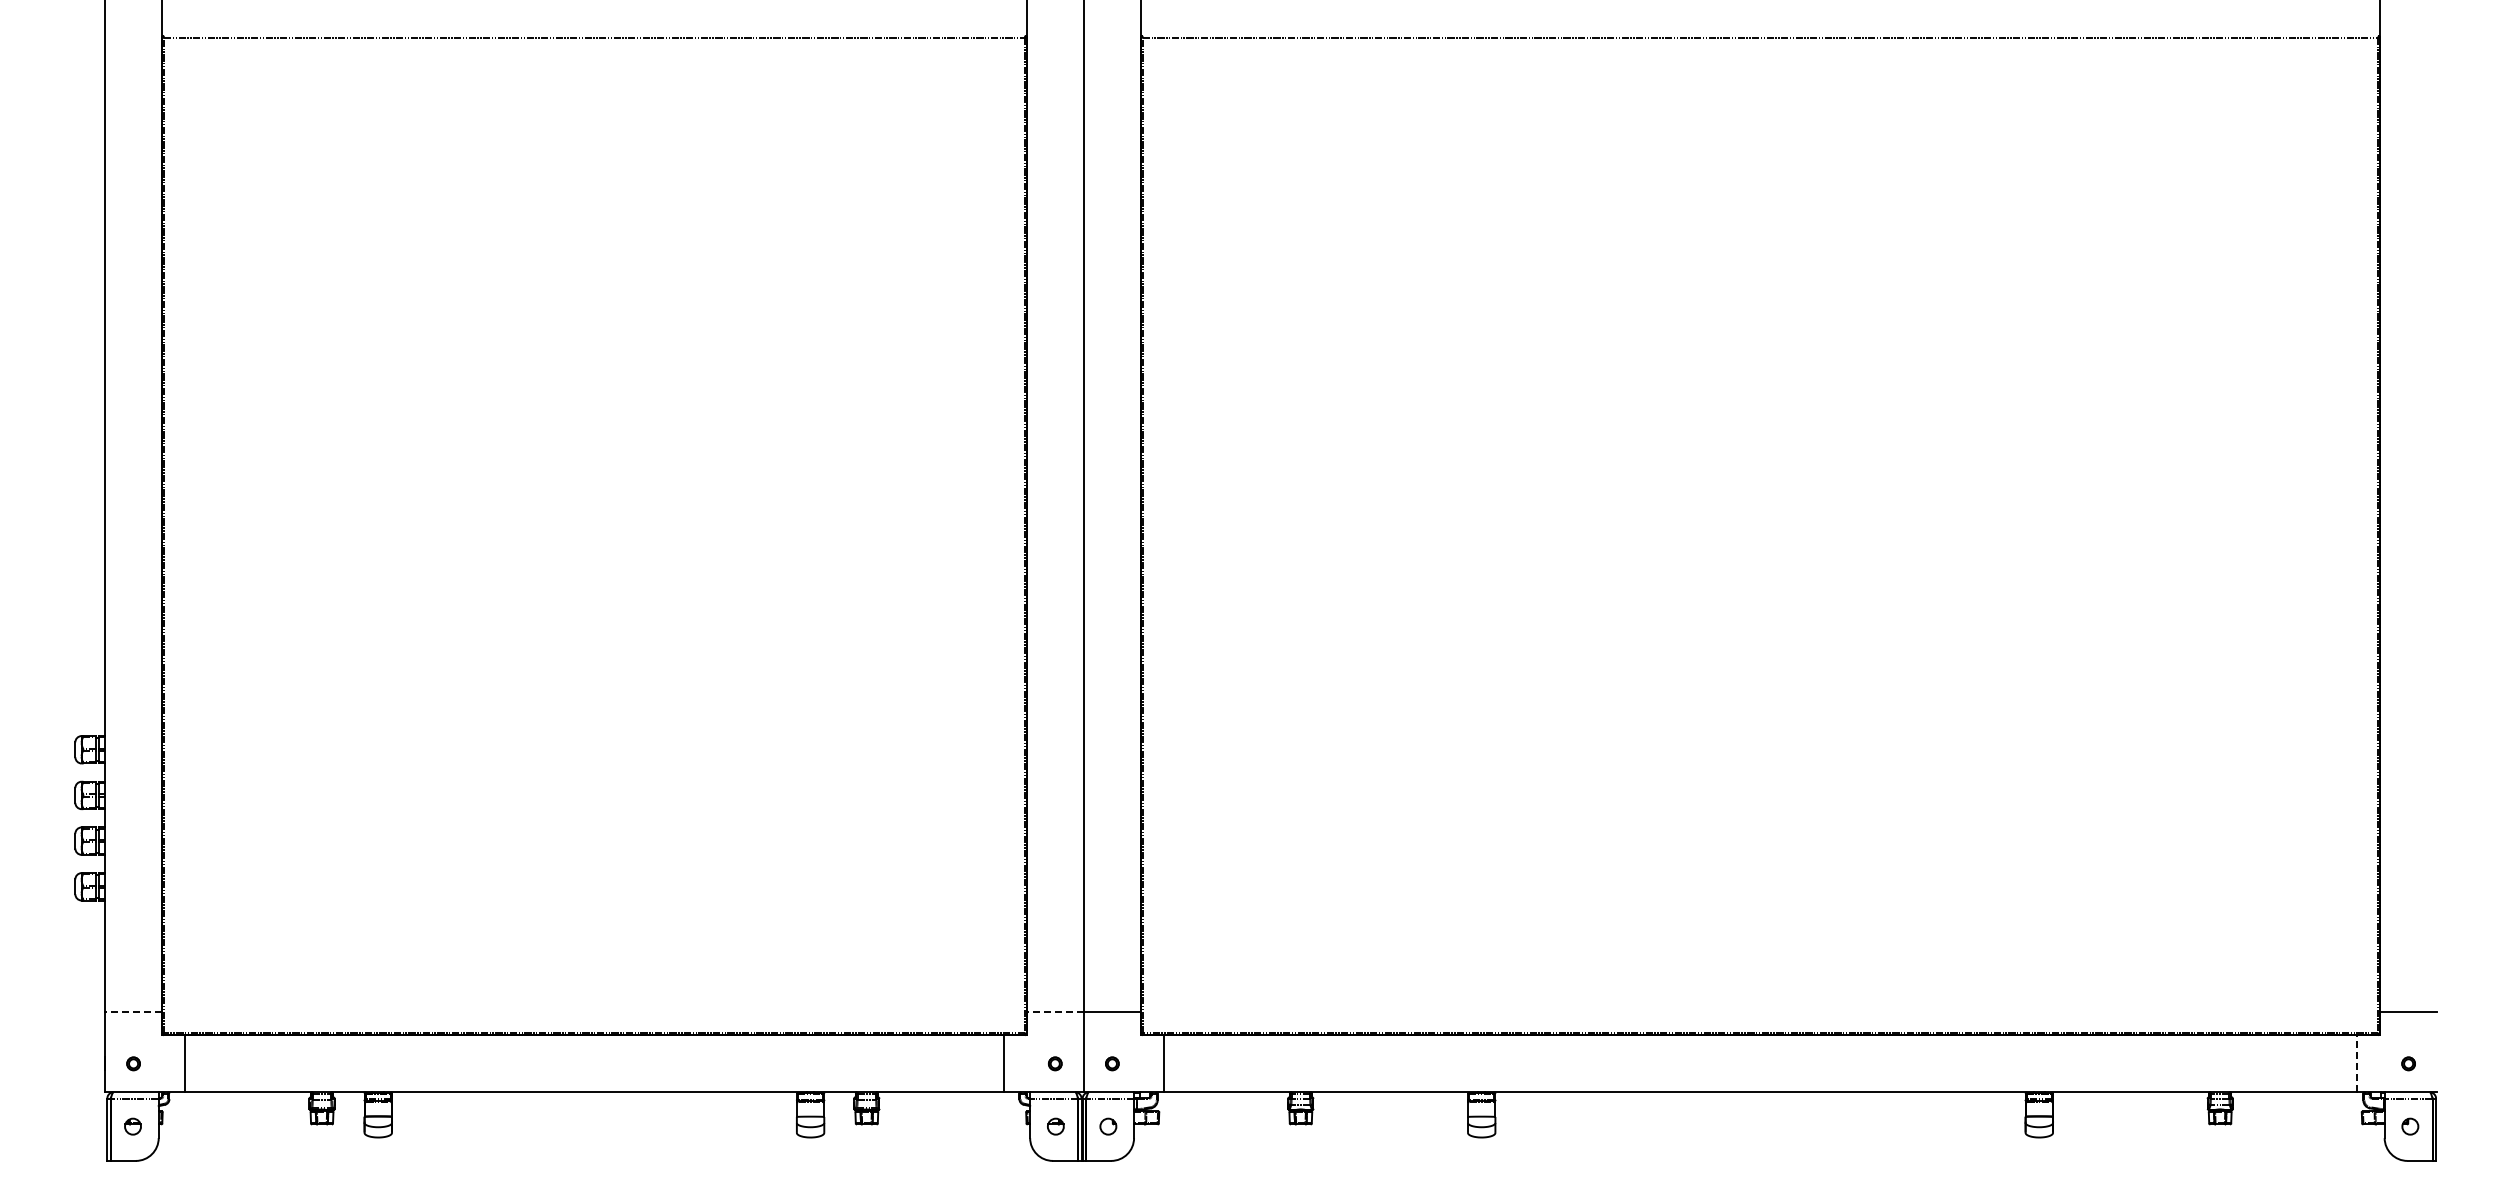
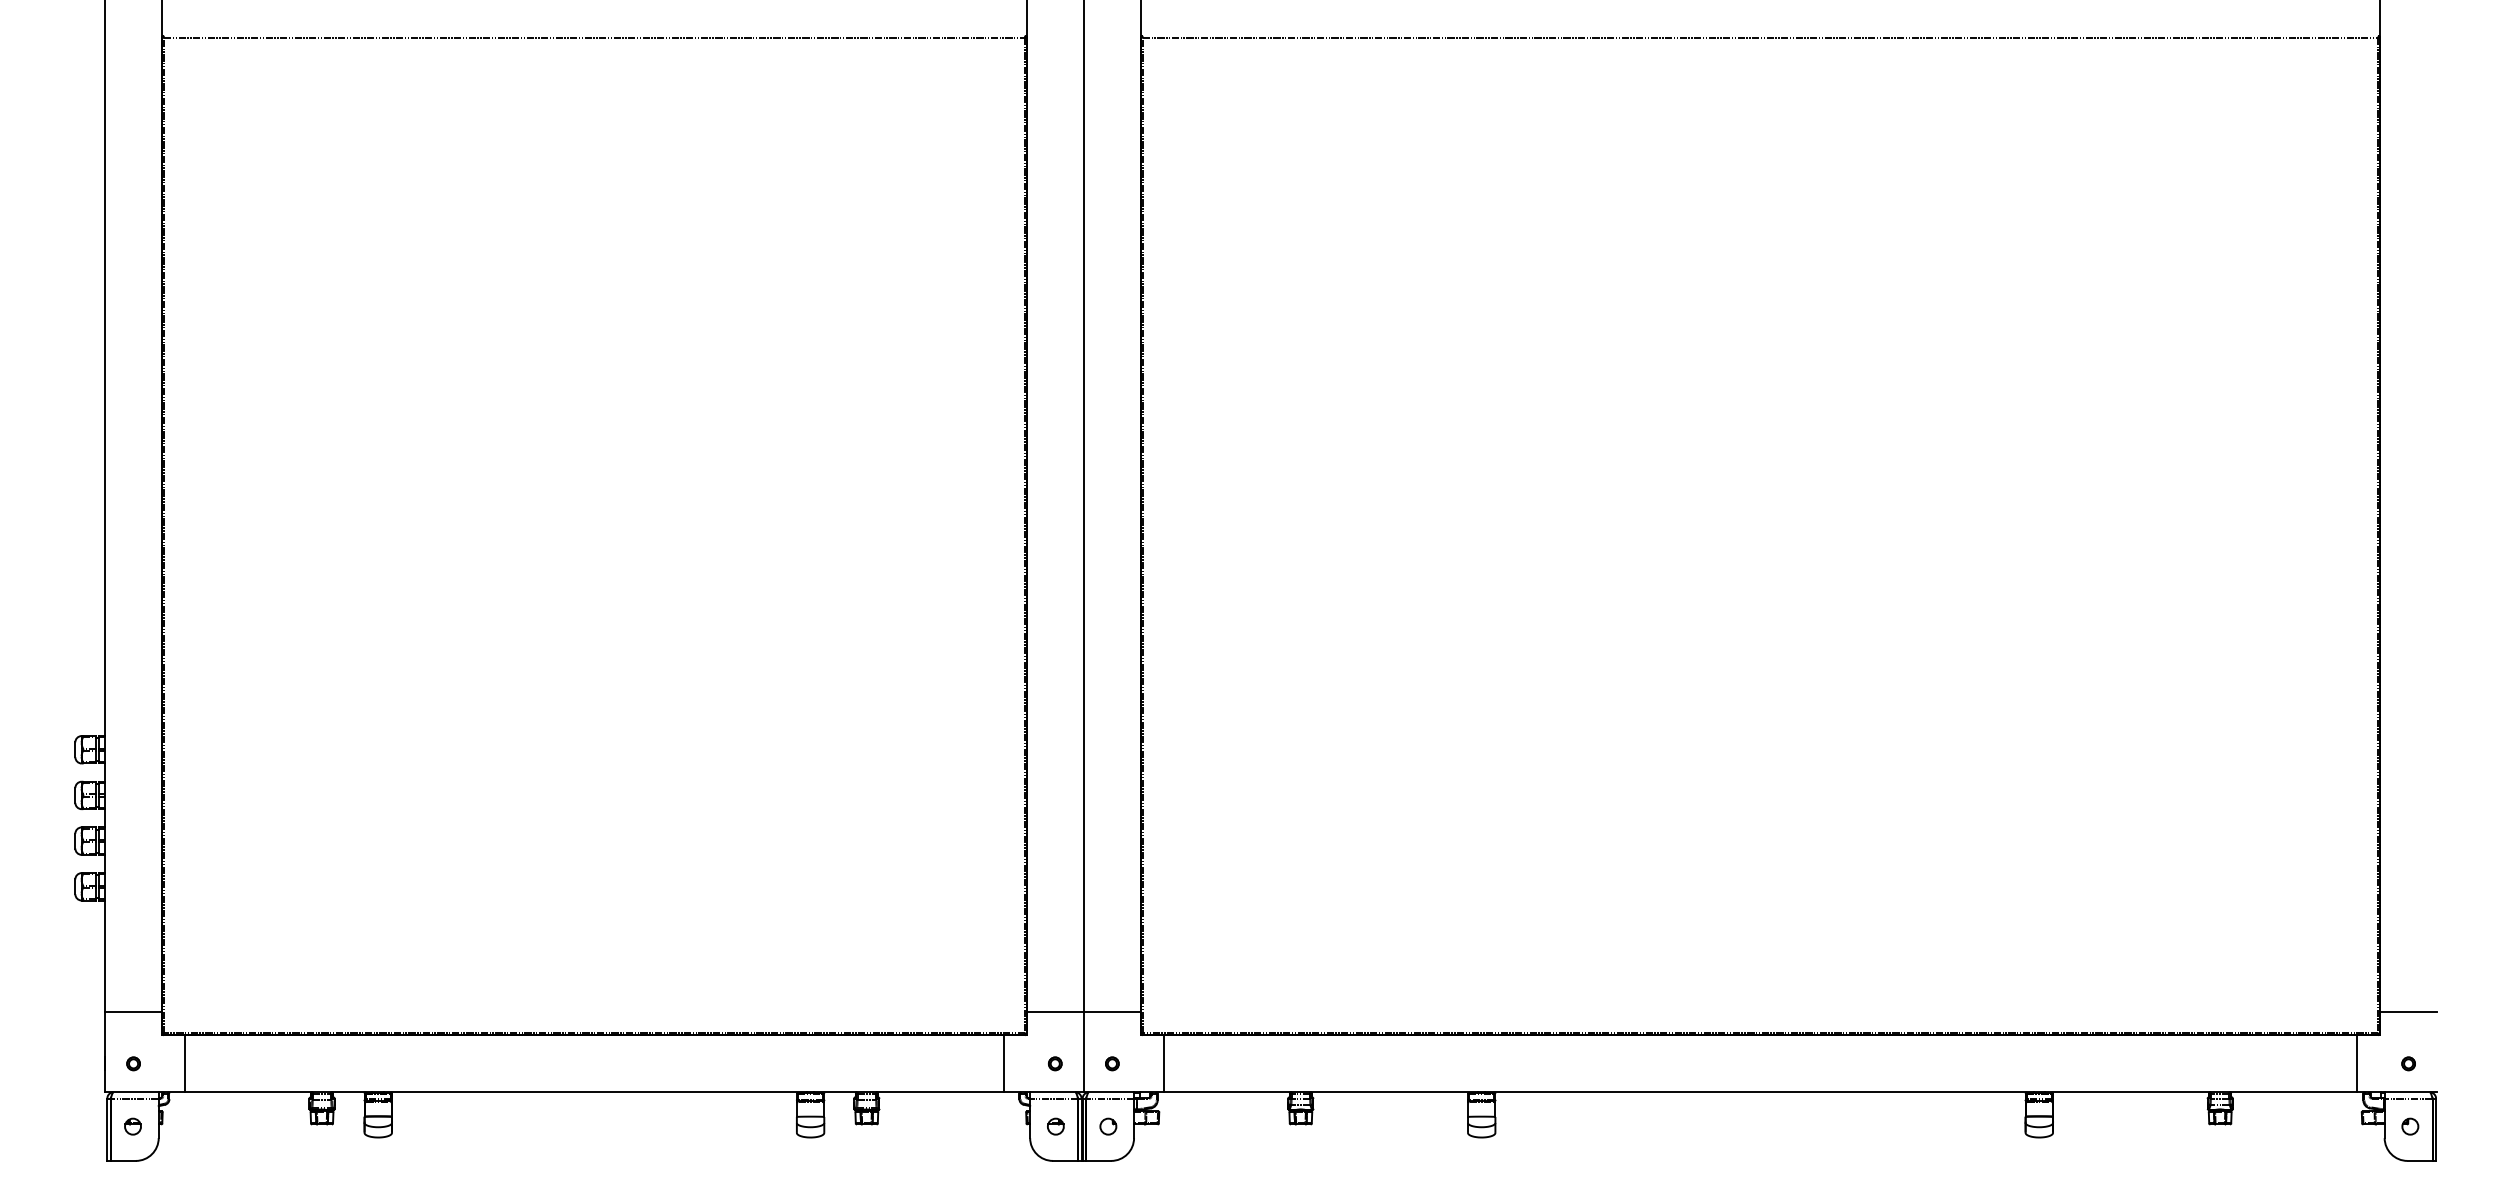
line at (133, 1012): dashed -> solid
line at (1055, 1012): dashed -> solid
line at (2357, 1063): dashed -> solid
